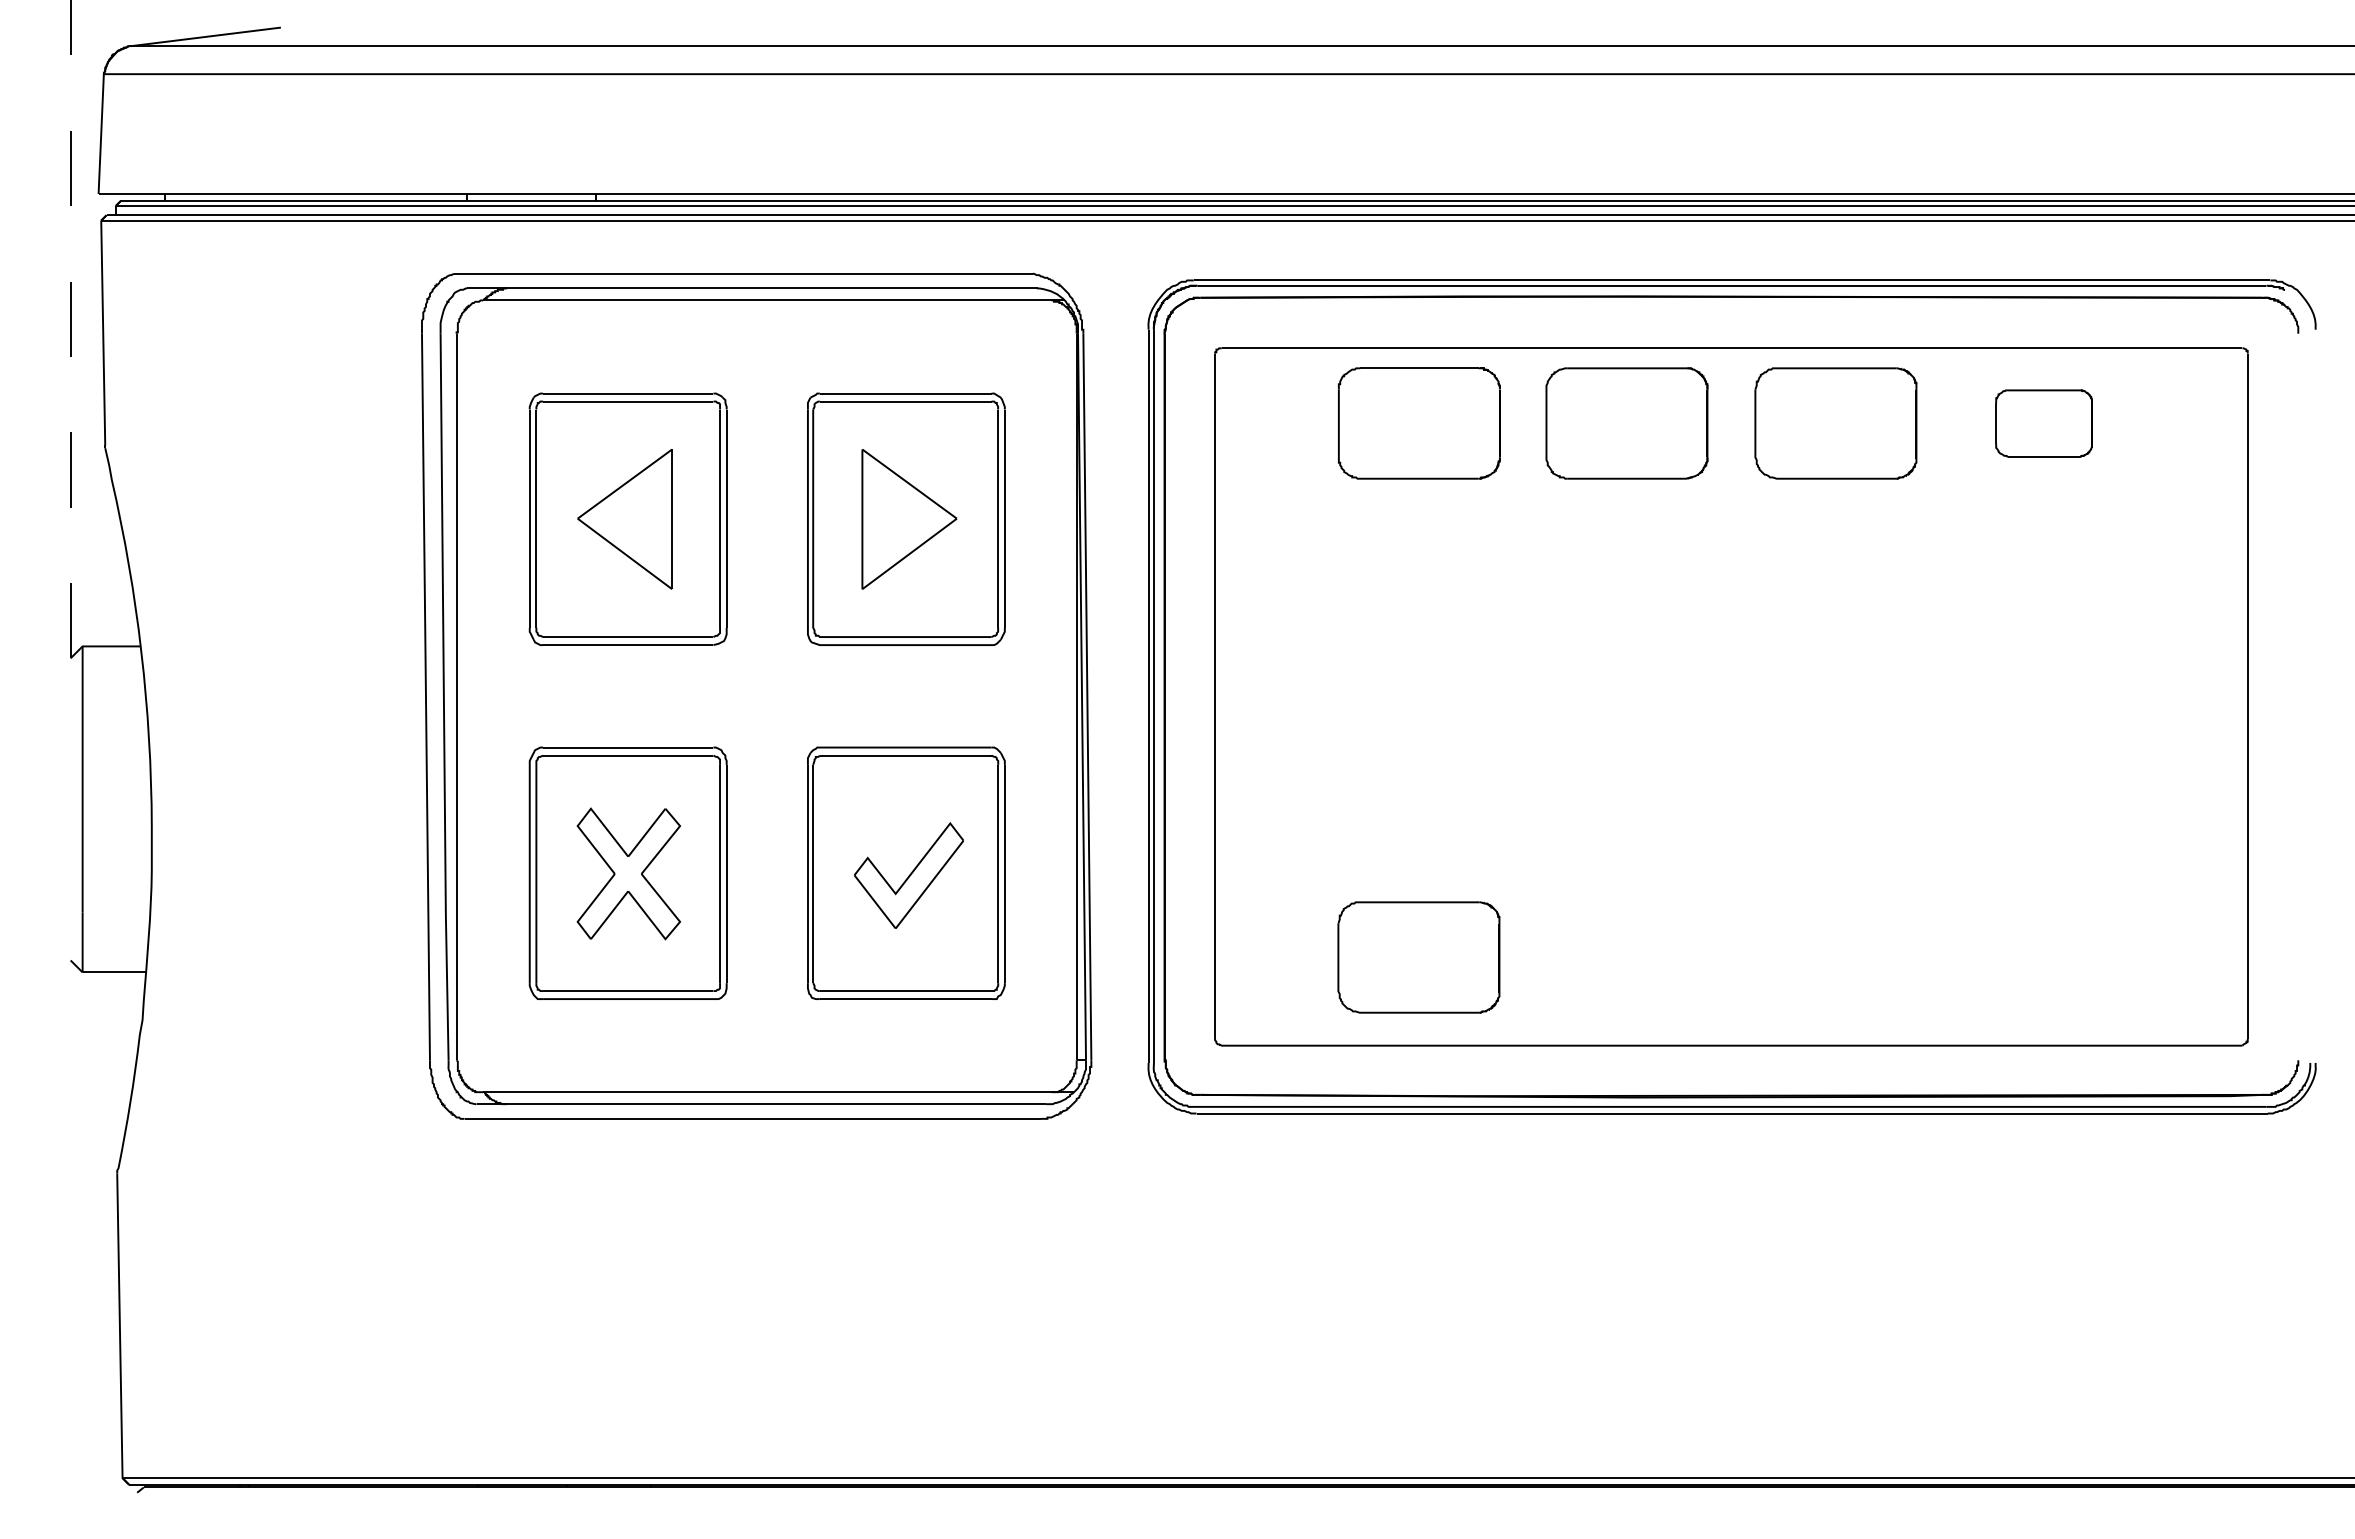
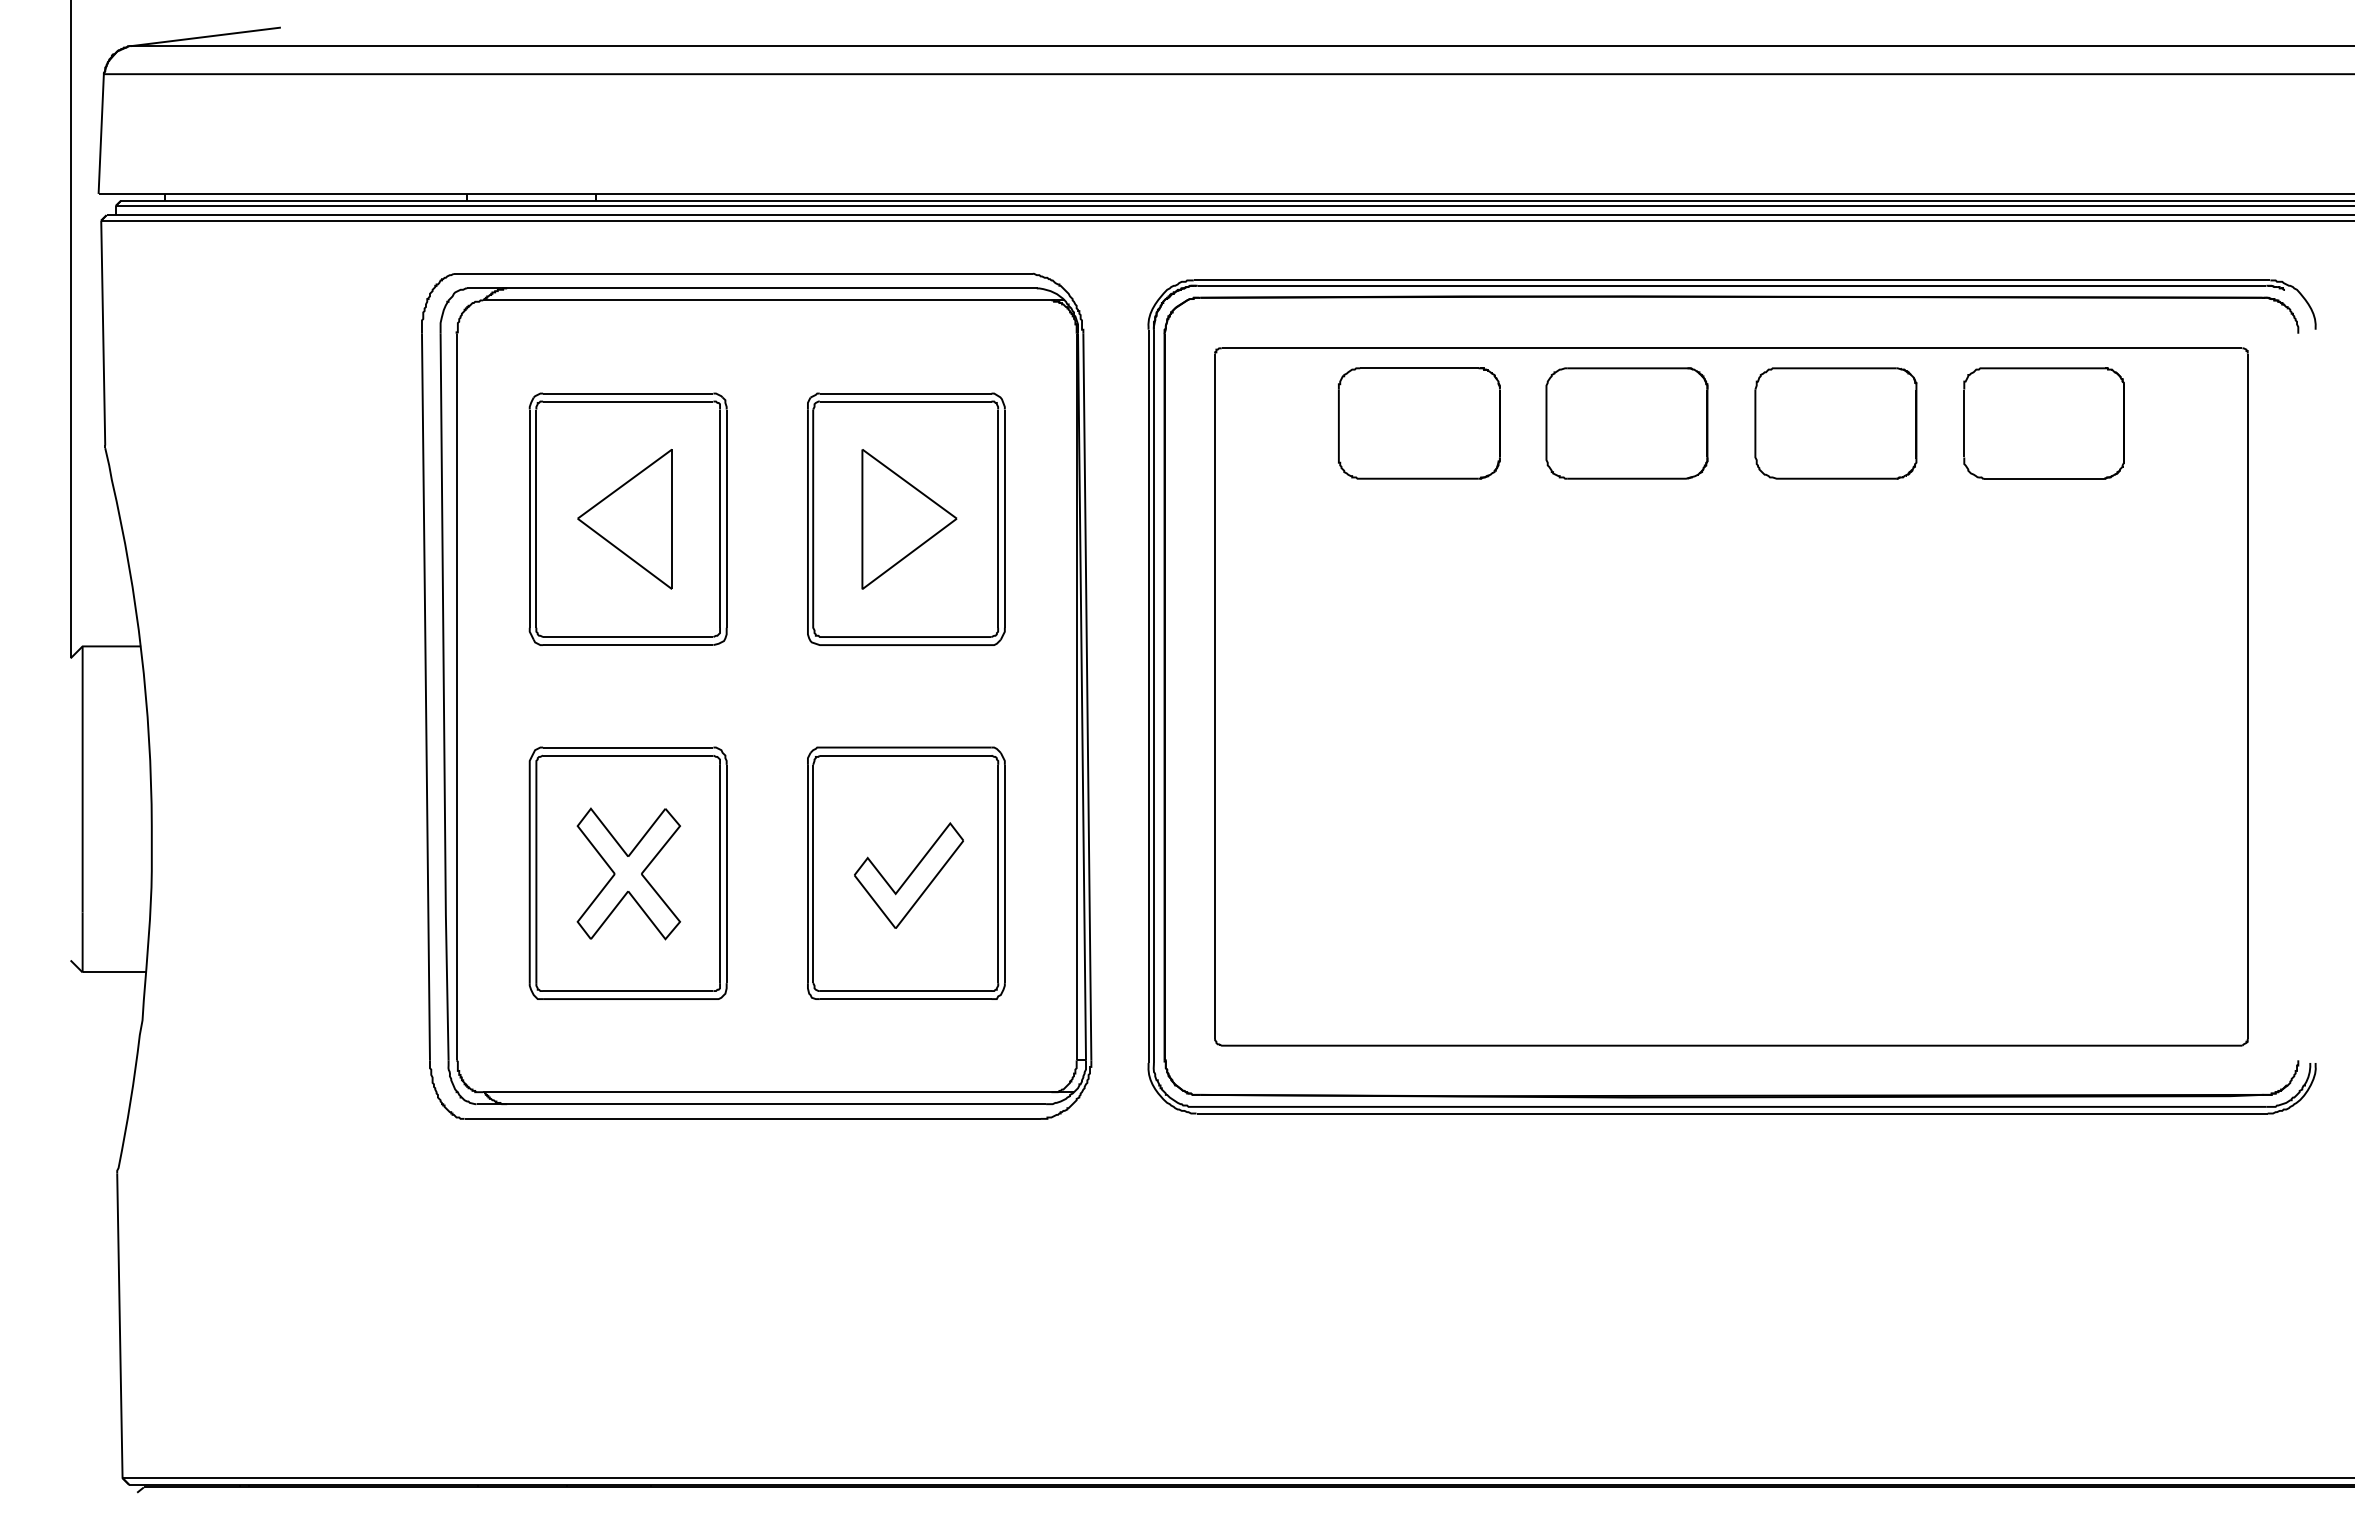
line at (70, 329): dashed -> solid
part at (2043, 423) size: 98x69 px -> 162x113 px
part at (1418, 957): present -> none
